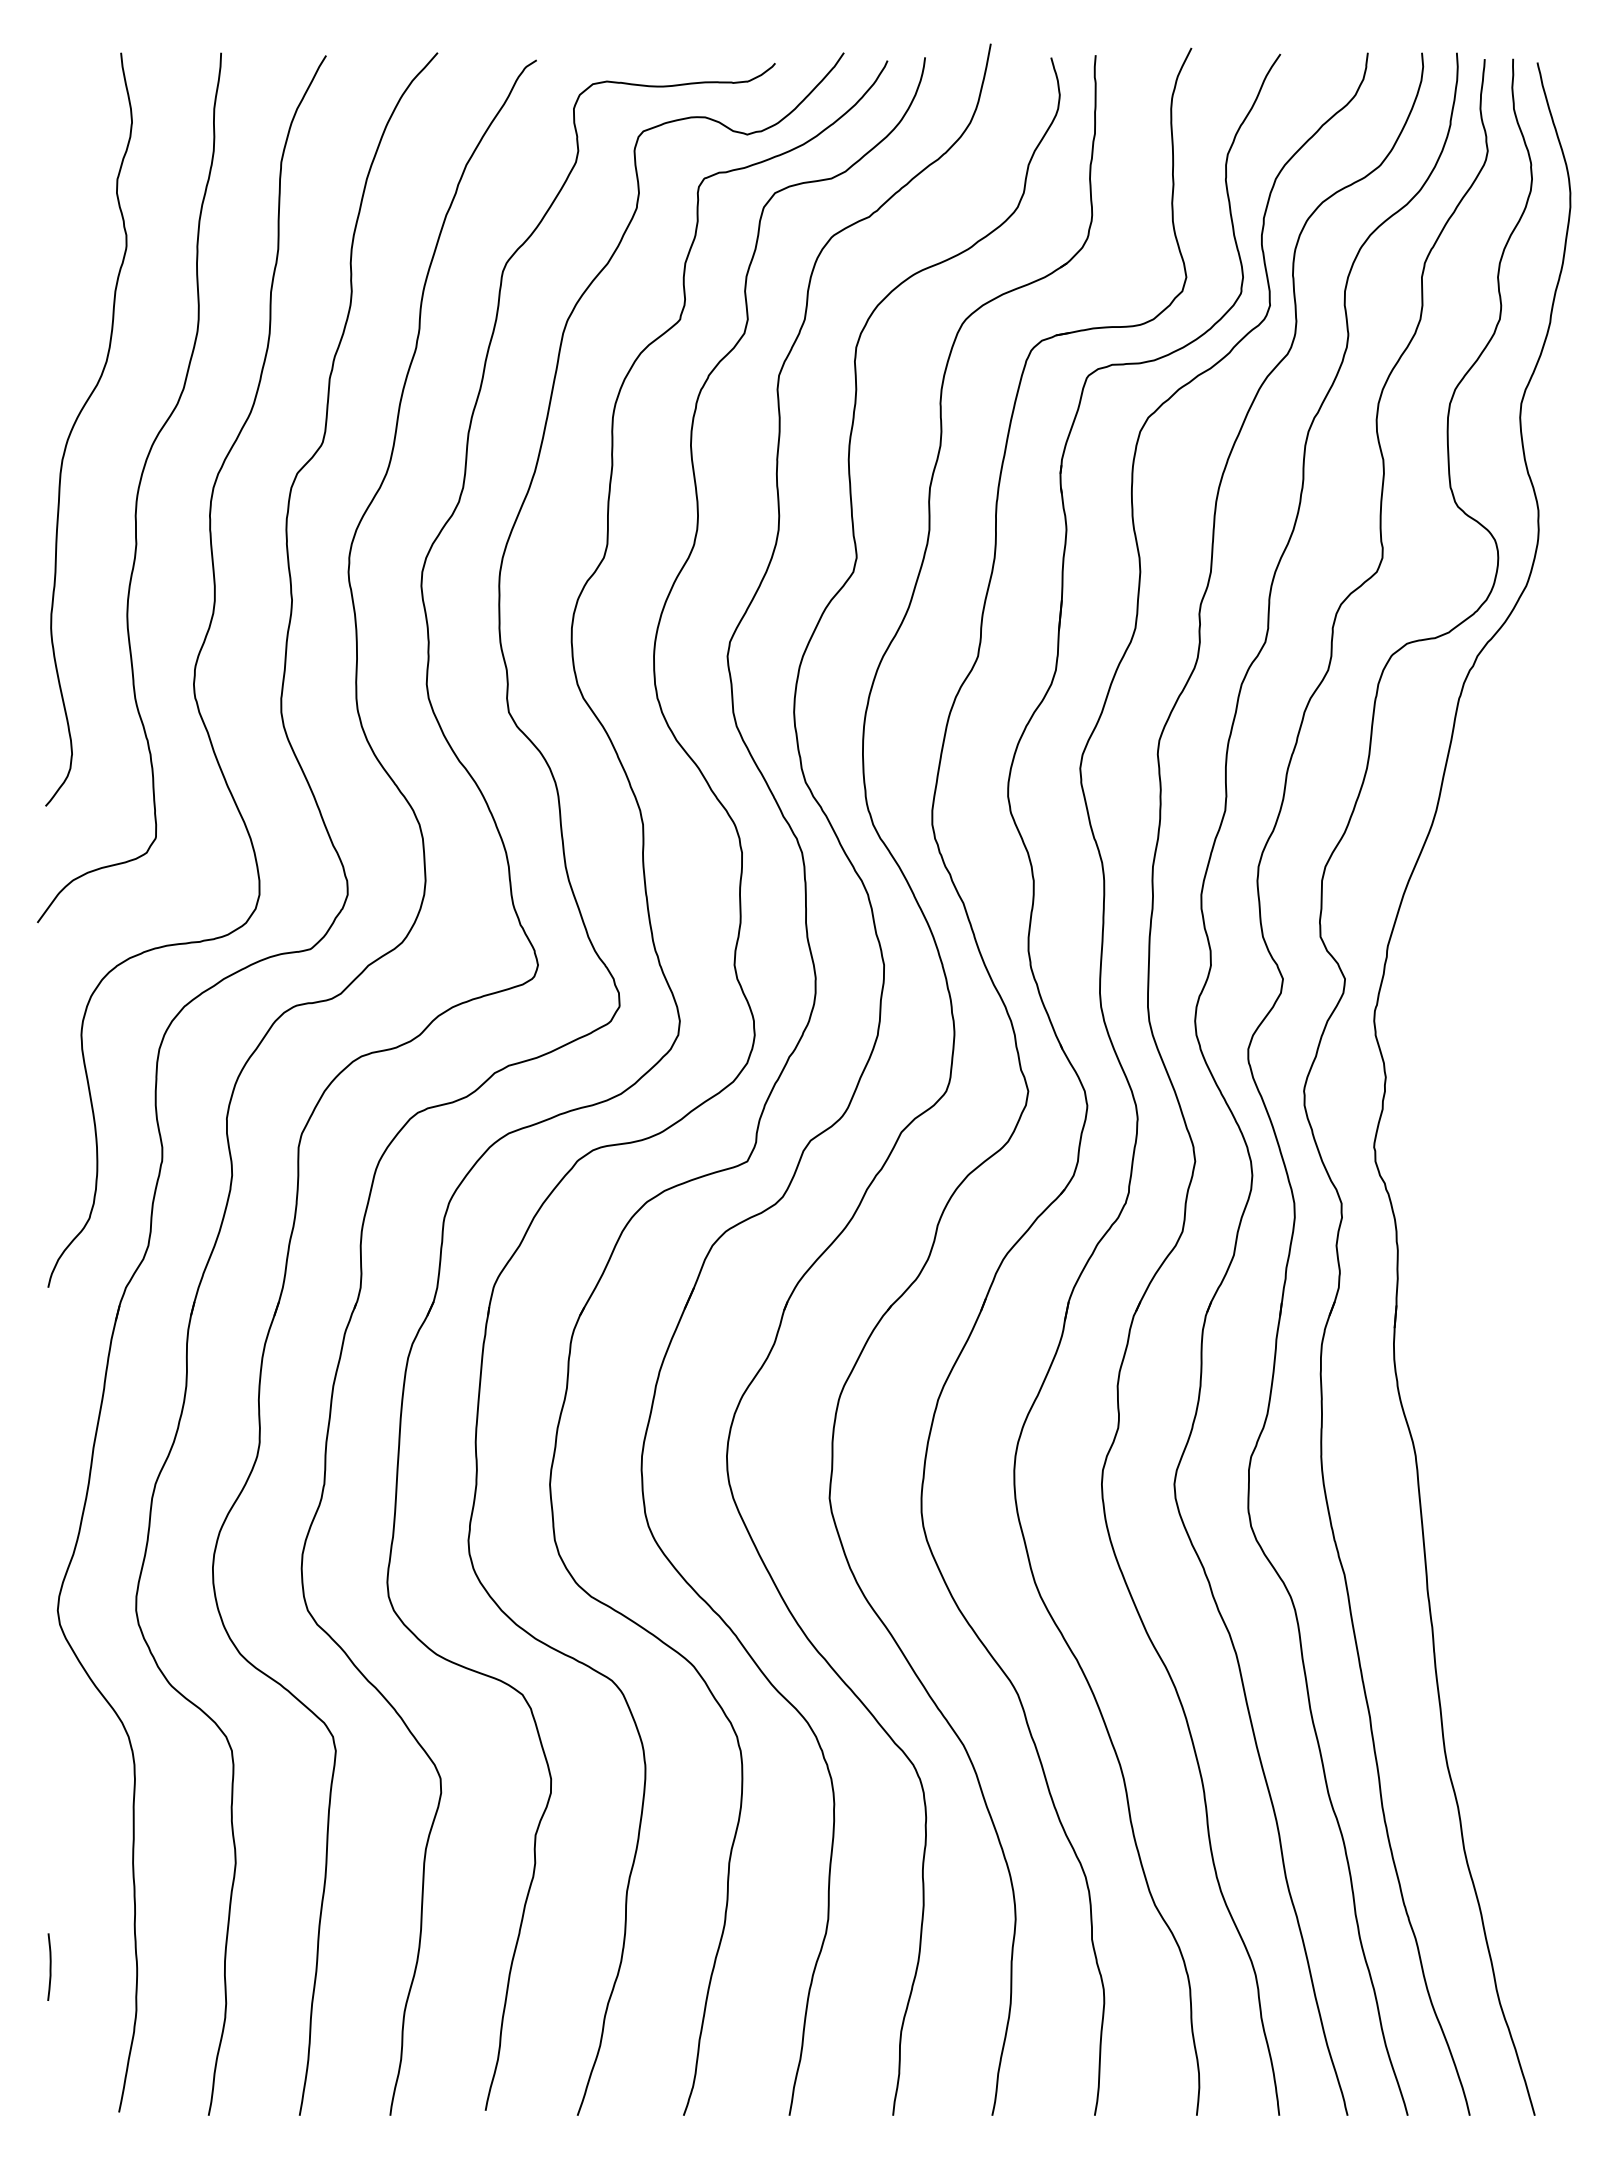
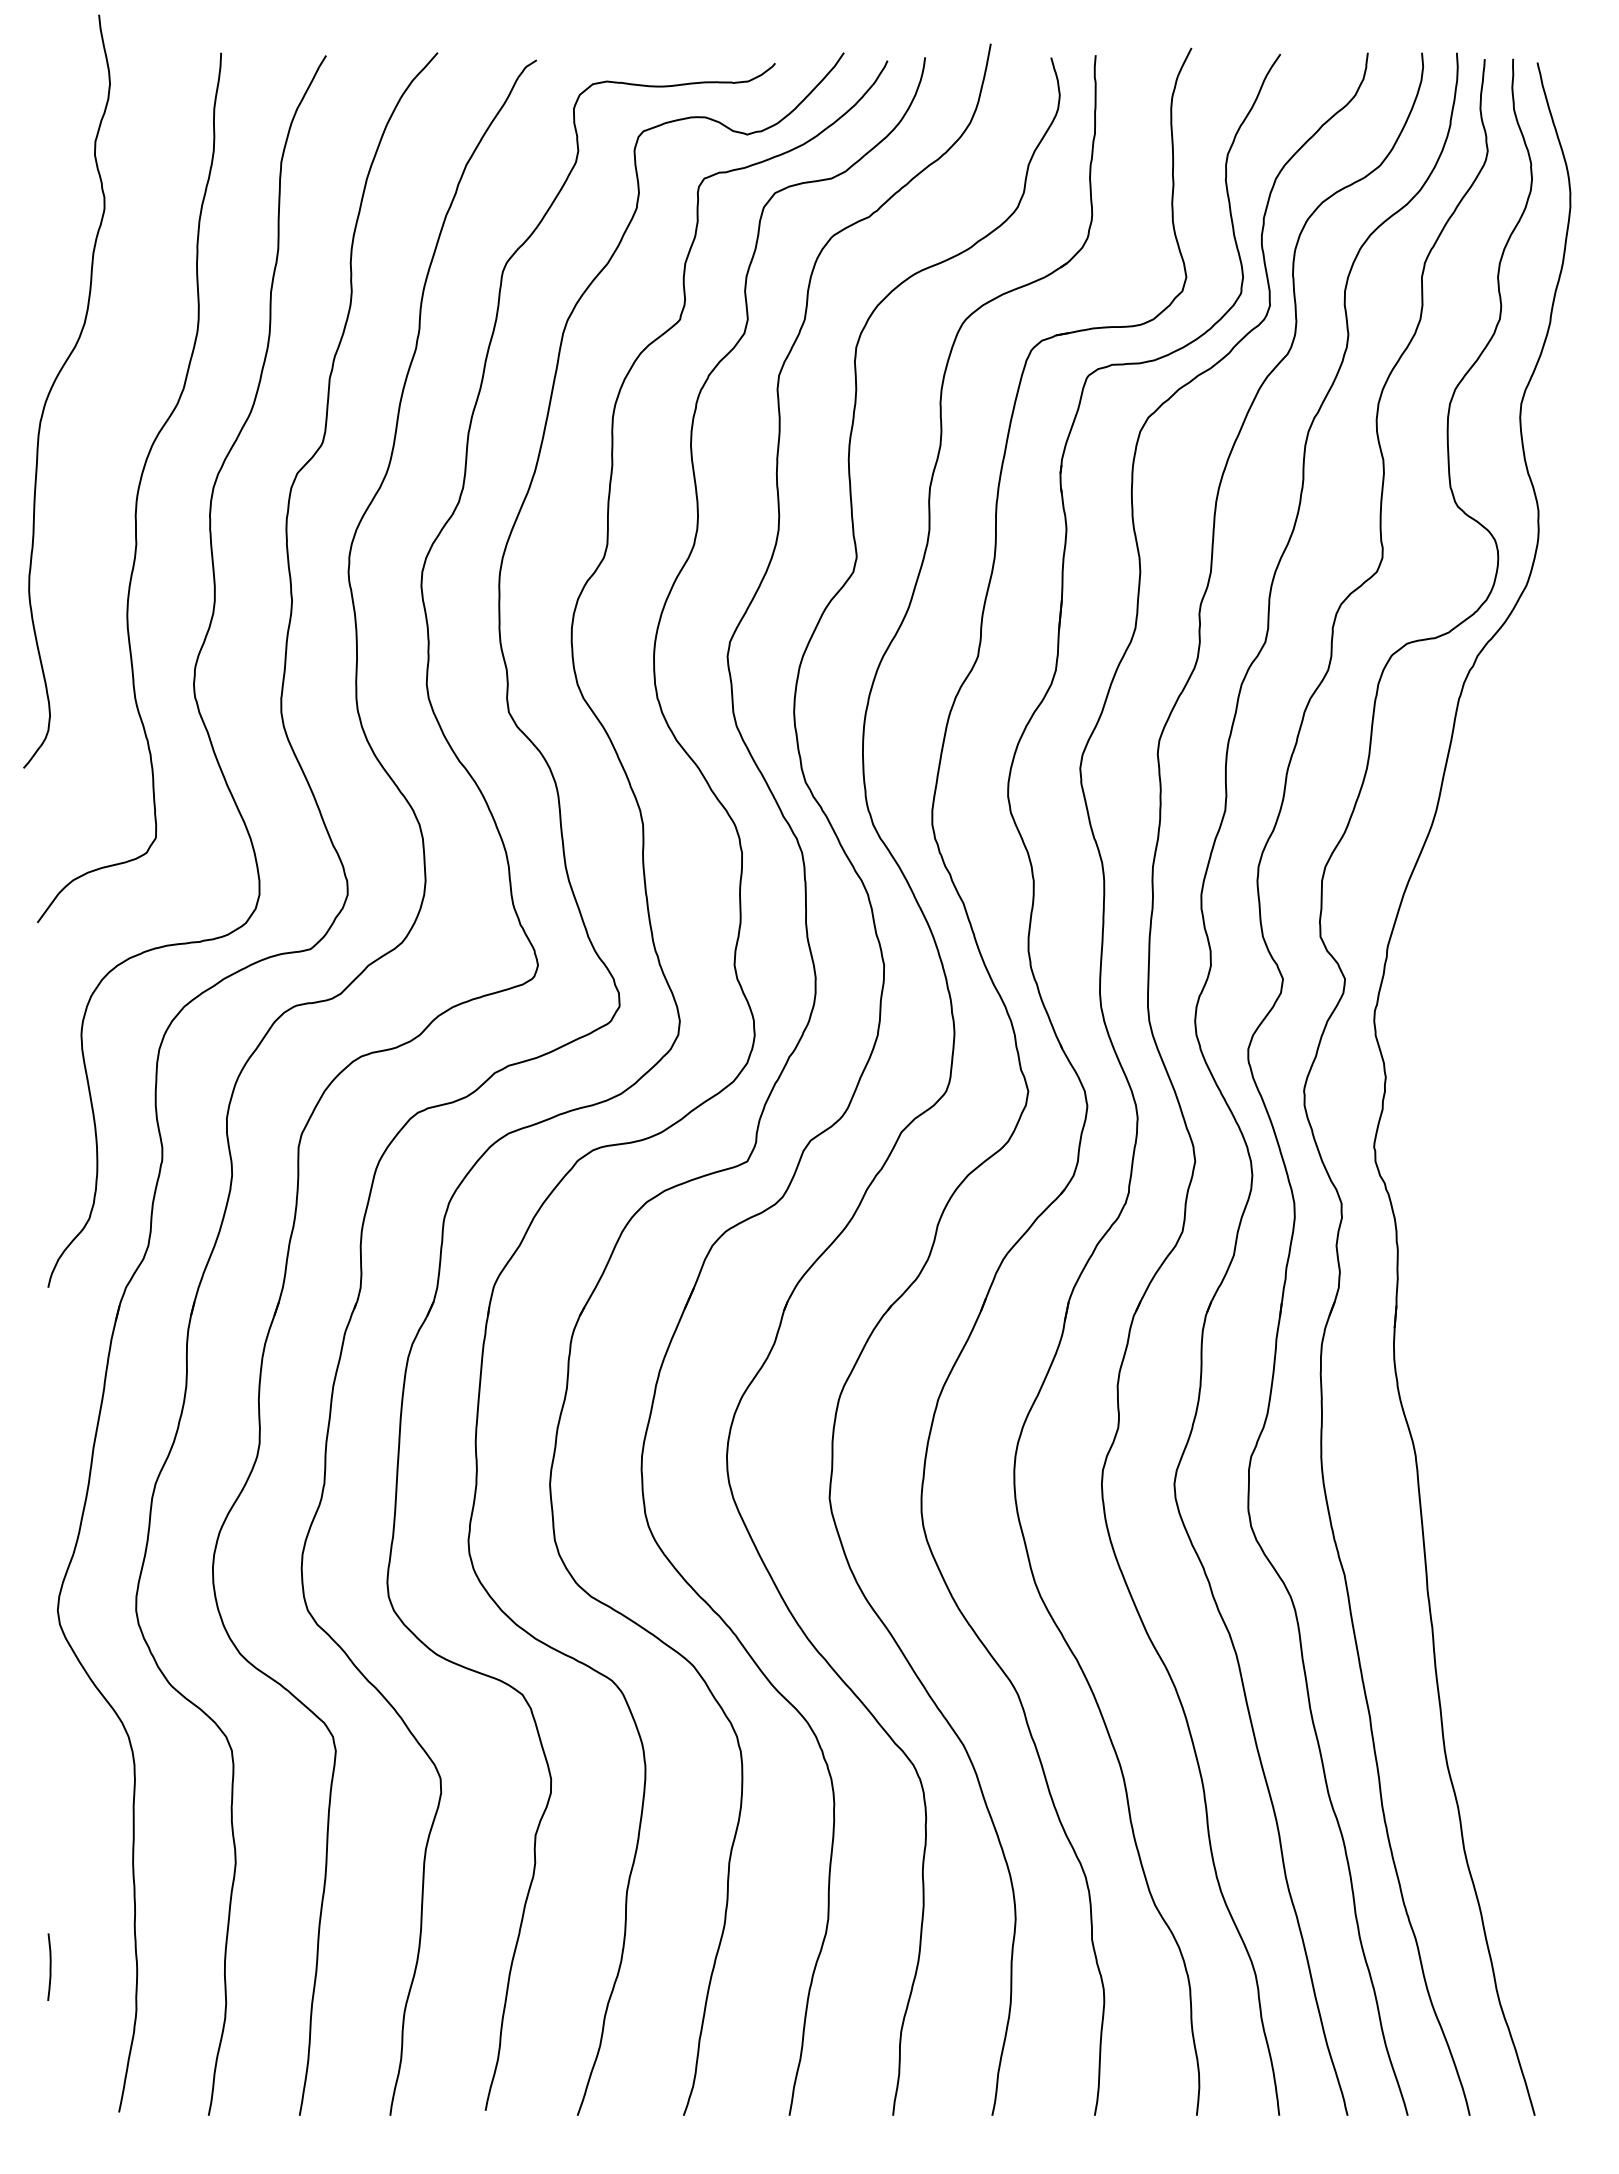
curve at (76, 422) position: (76, 422) -> (54, 384)
